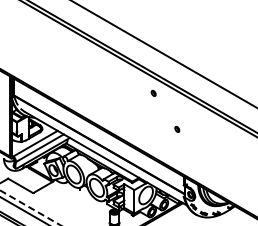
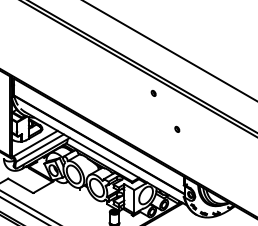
line at (163, 54) position: (163, 54) -> (169, 50)
line at (30, 207): dashed -> solid
